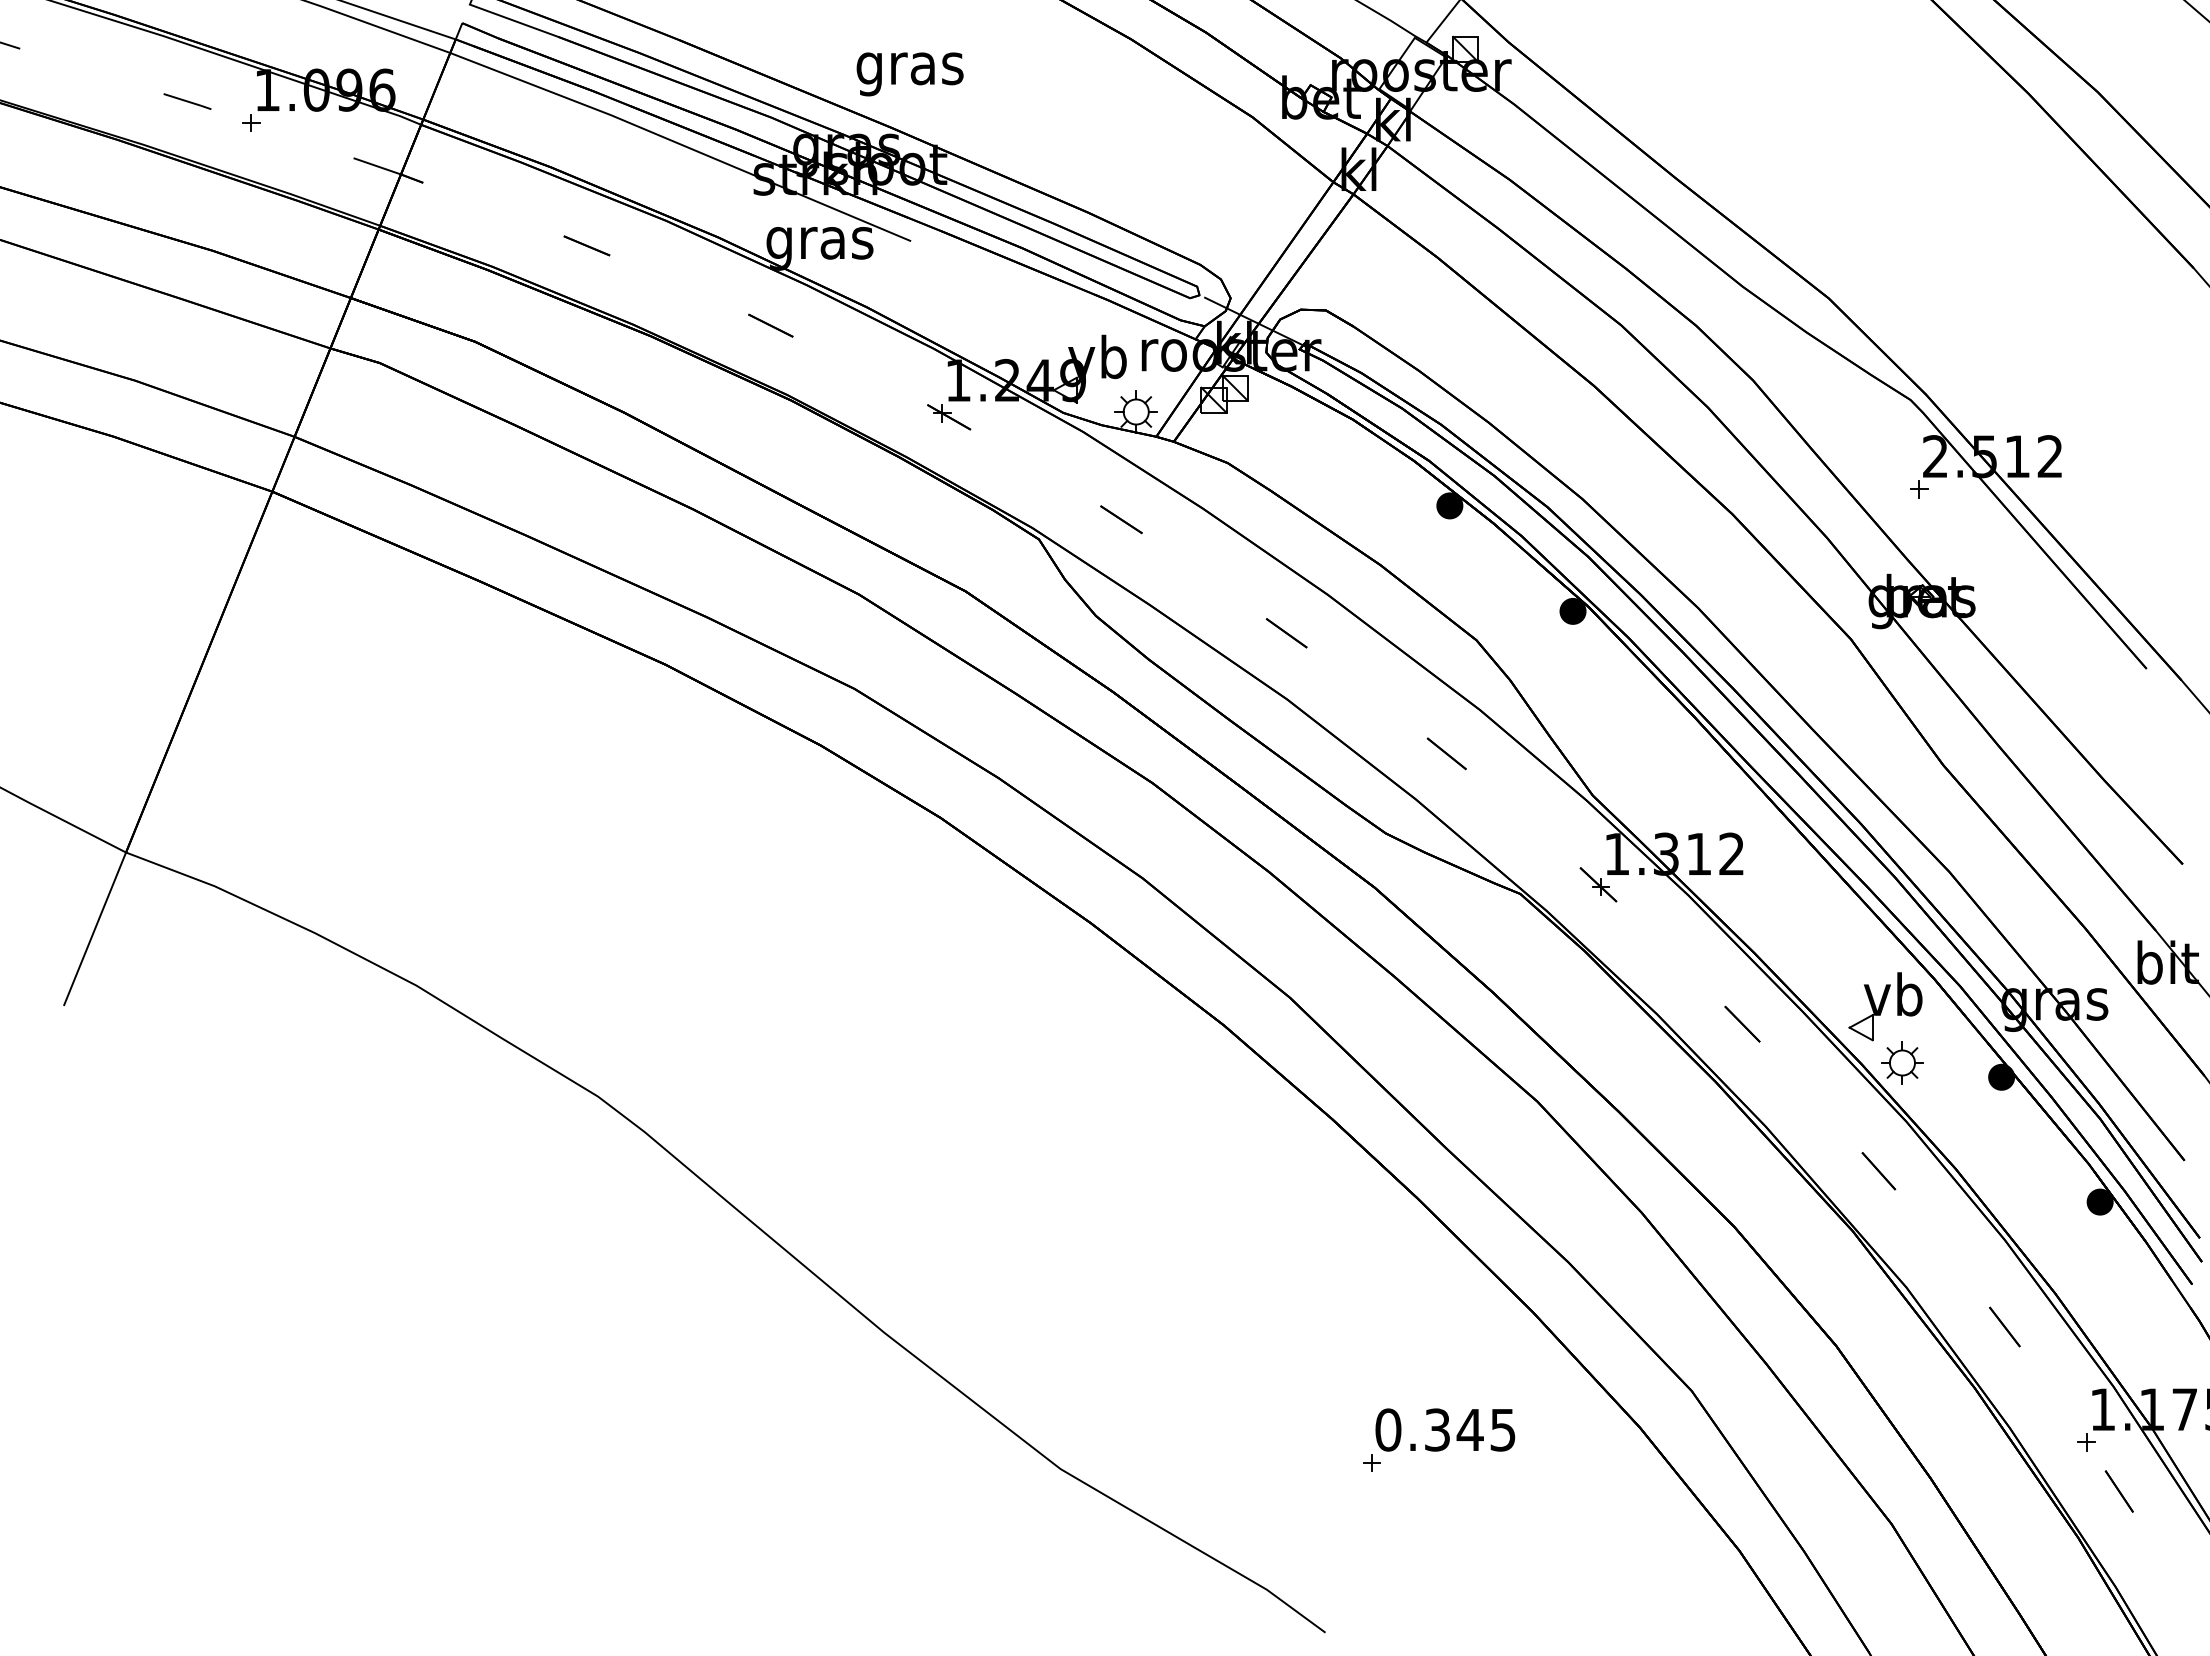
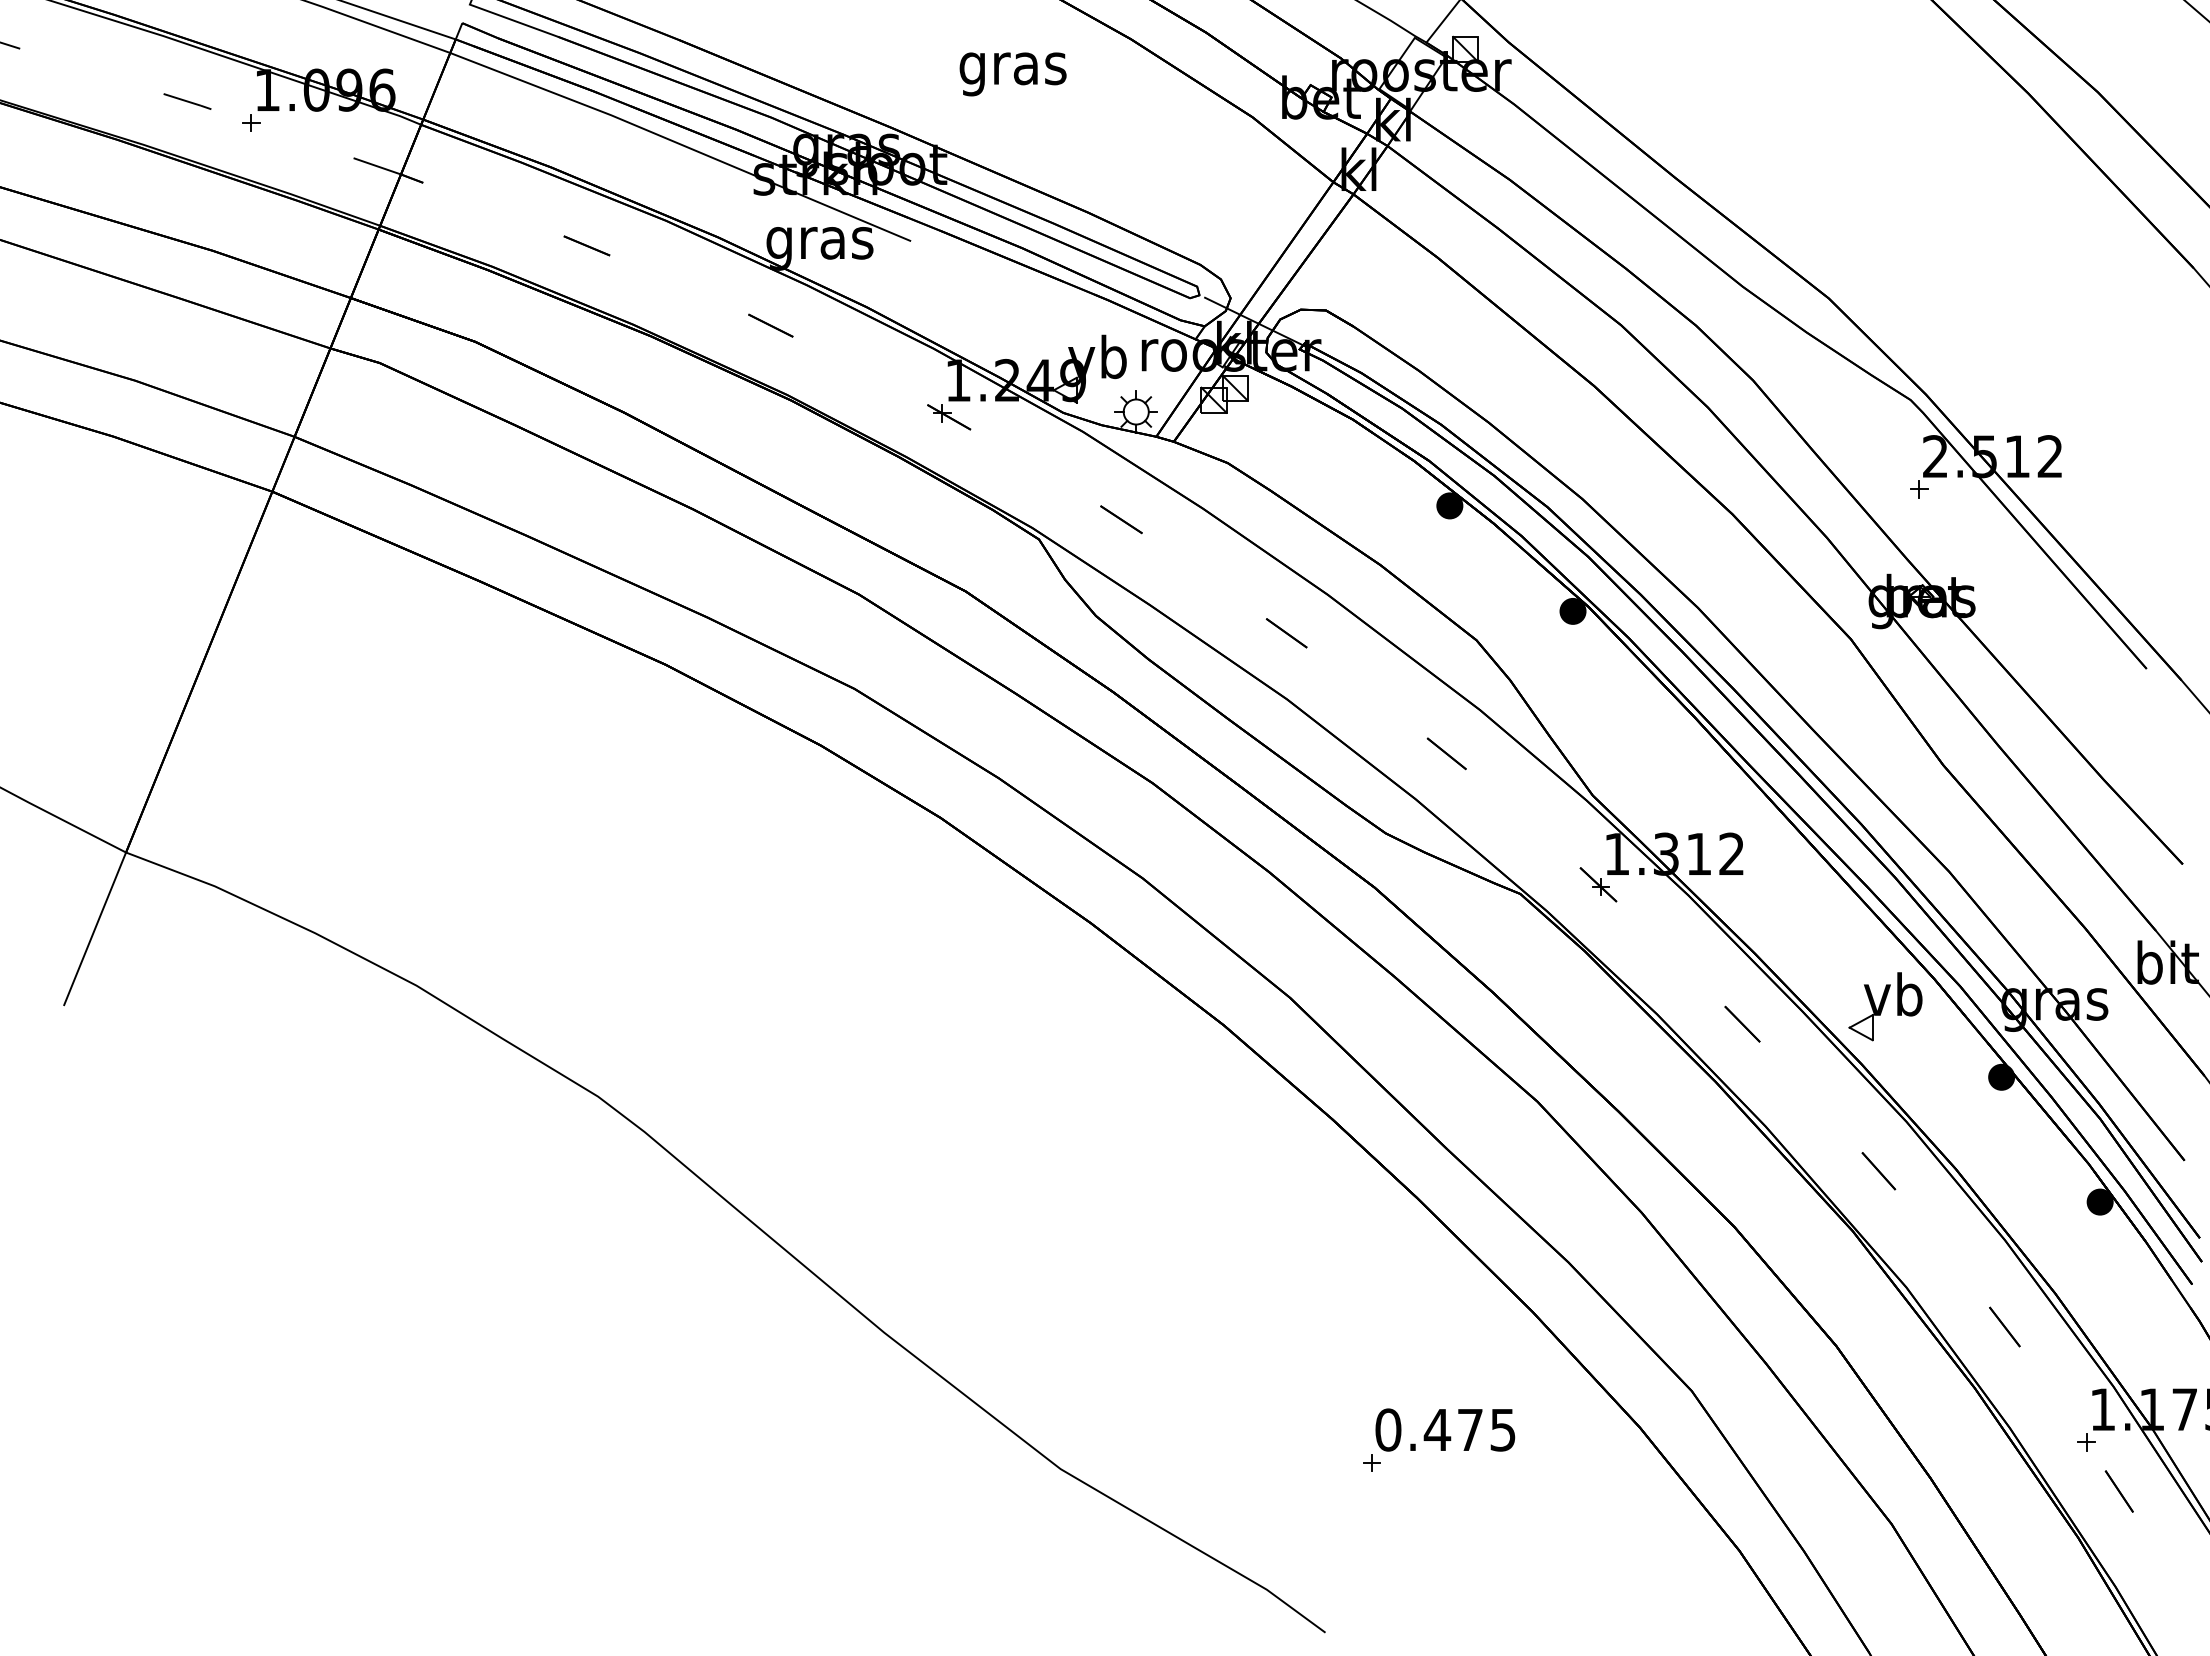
text at (909, 74) position: (909, 74) -> (1012, 74)
part at (1902, 1062): present -> none
text at (1453, 1429): 0.345 -> 0.475
